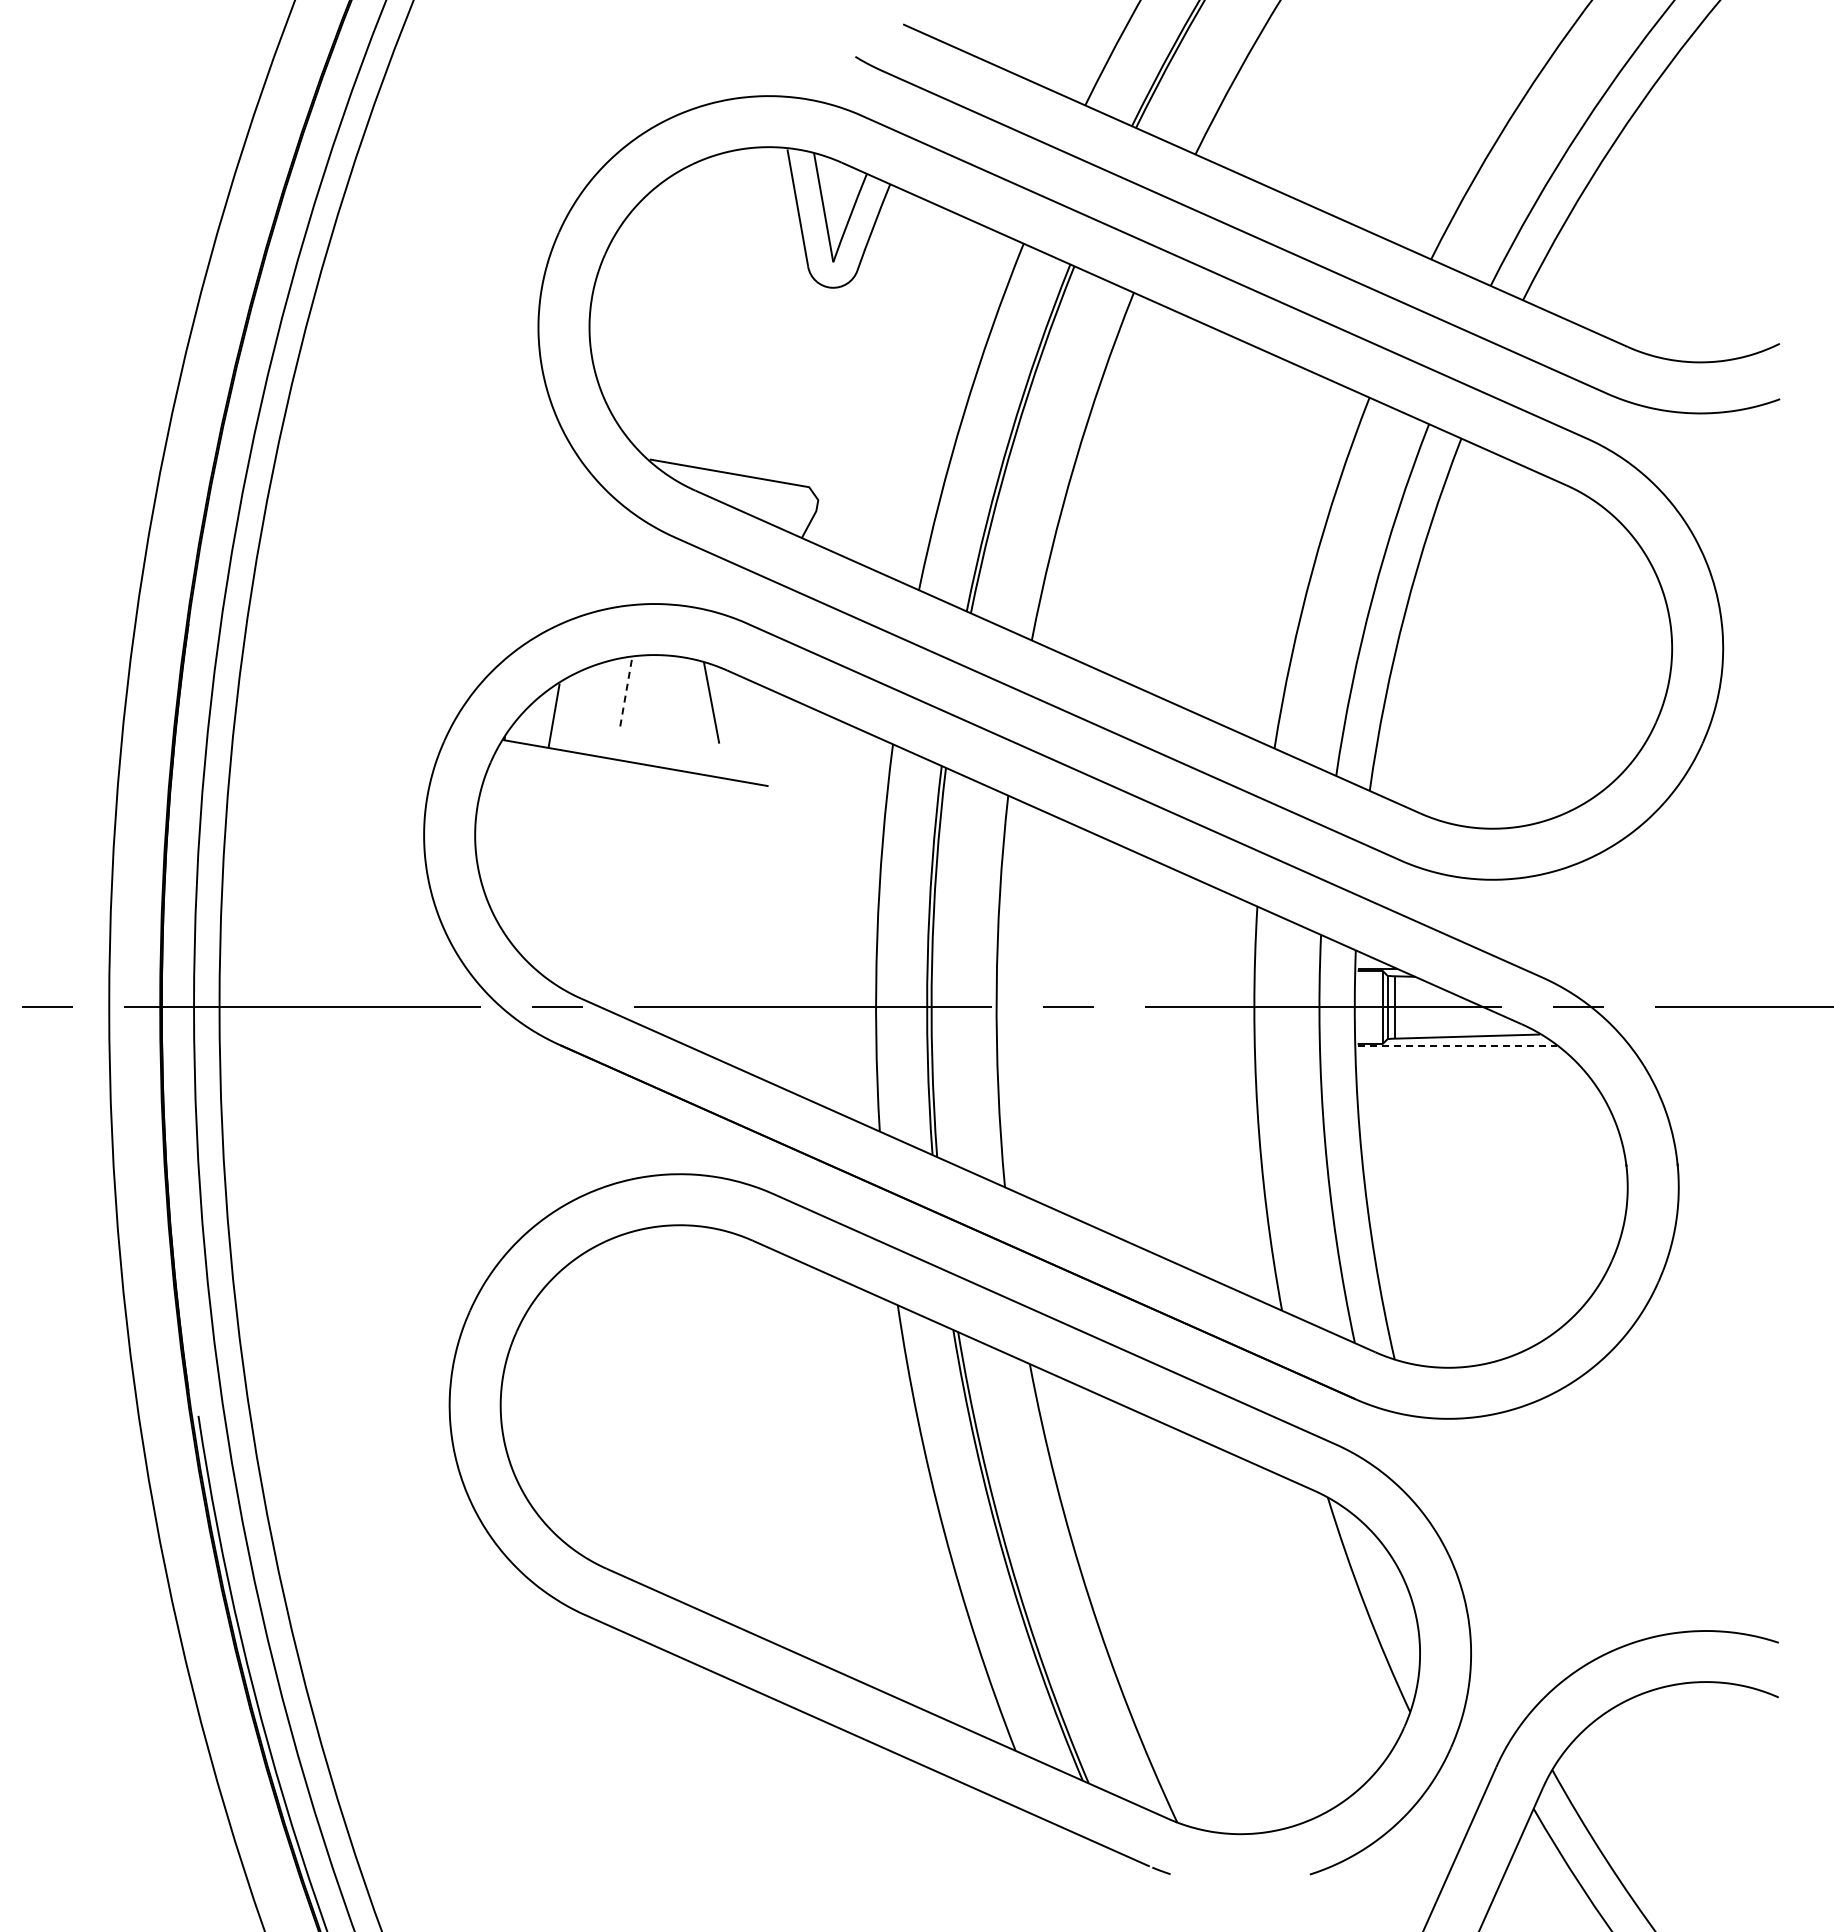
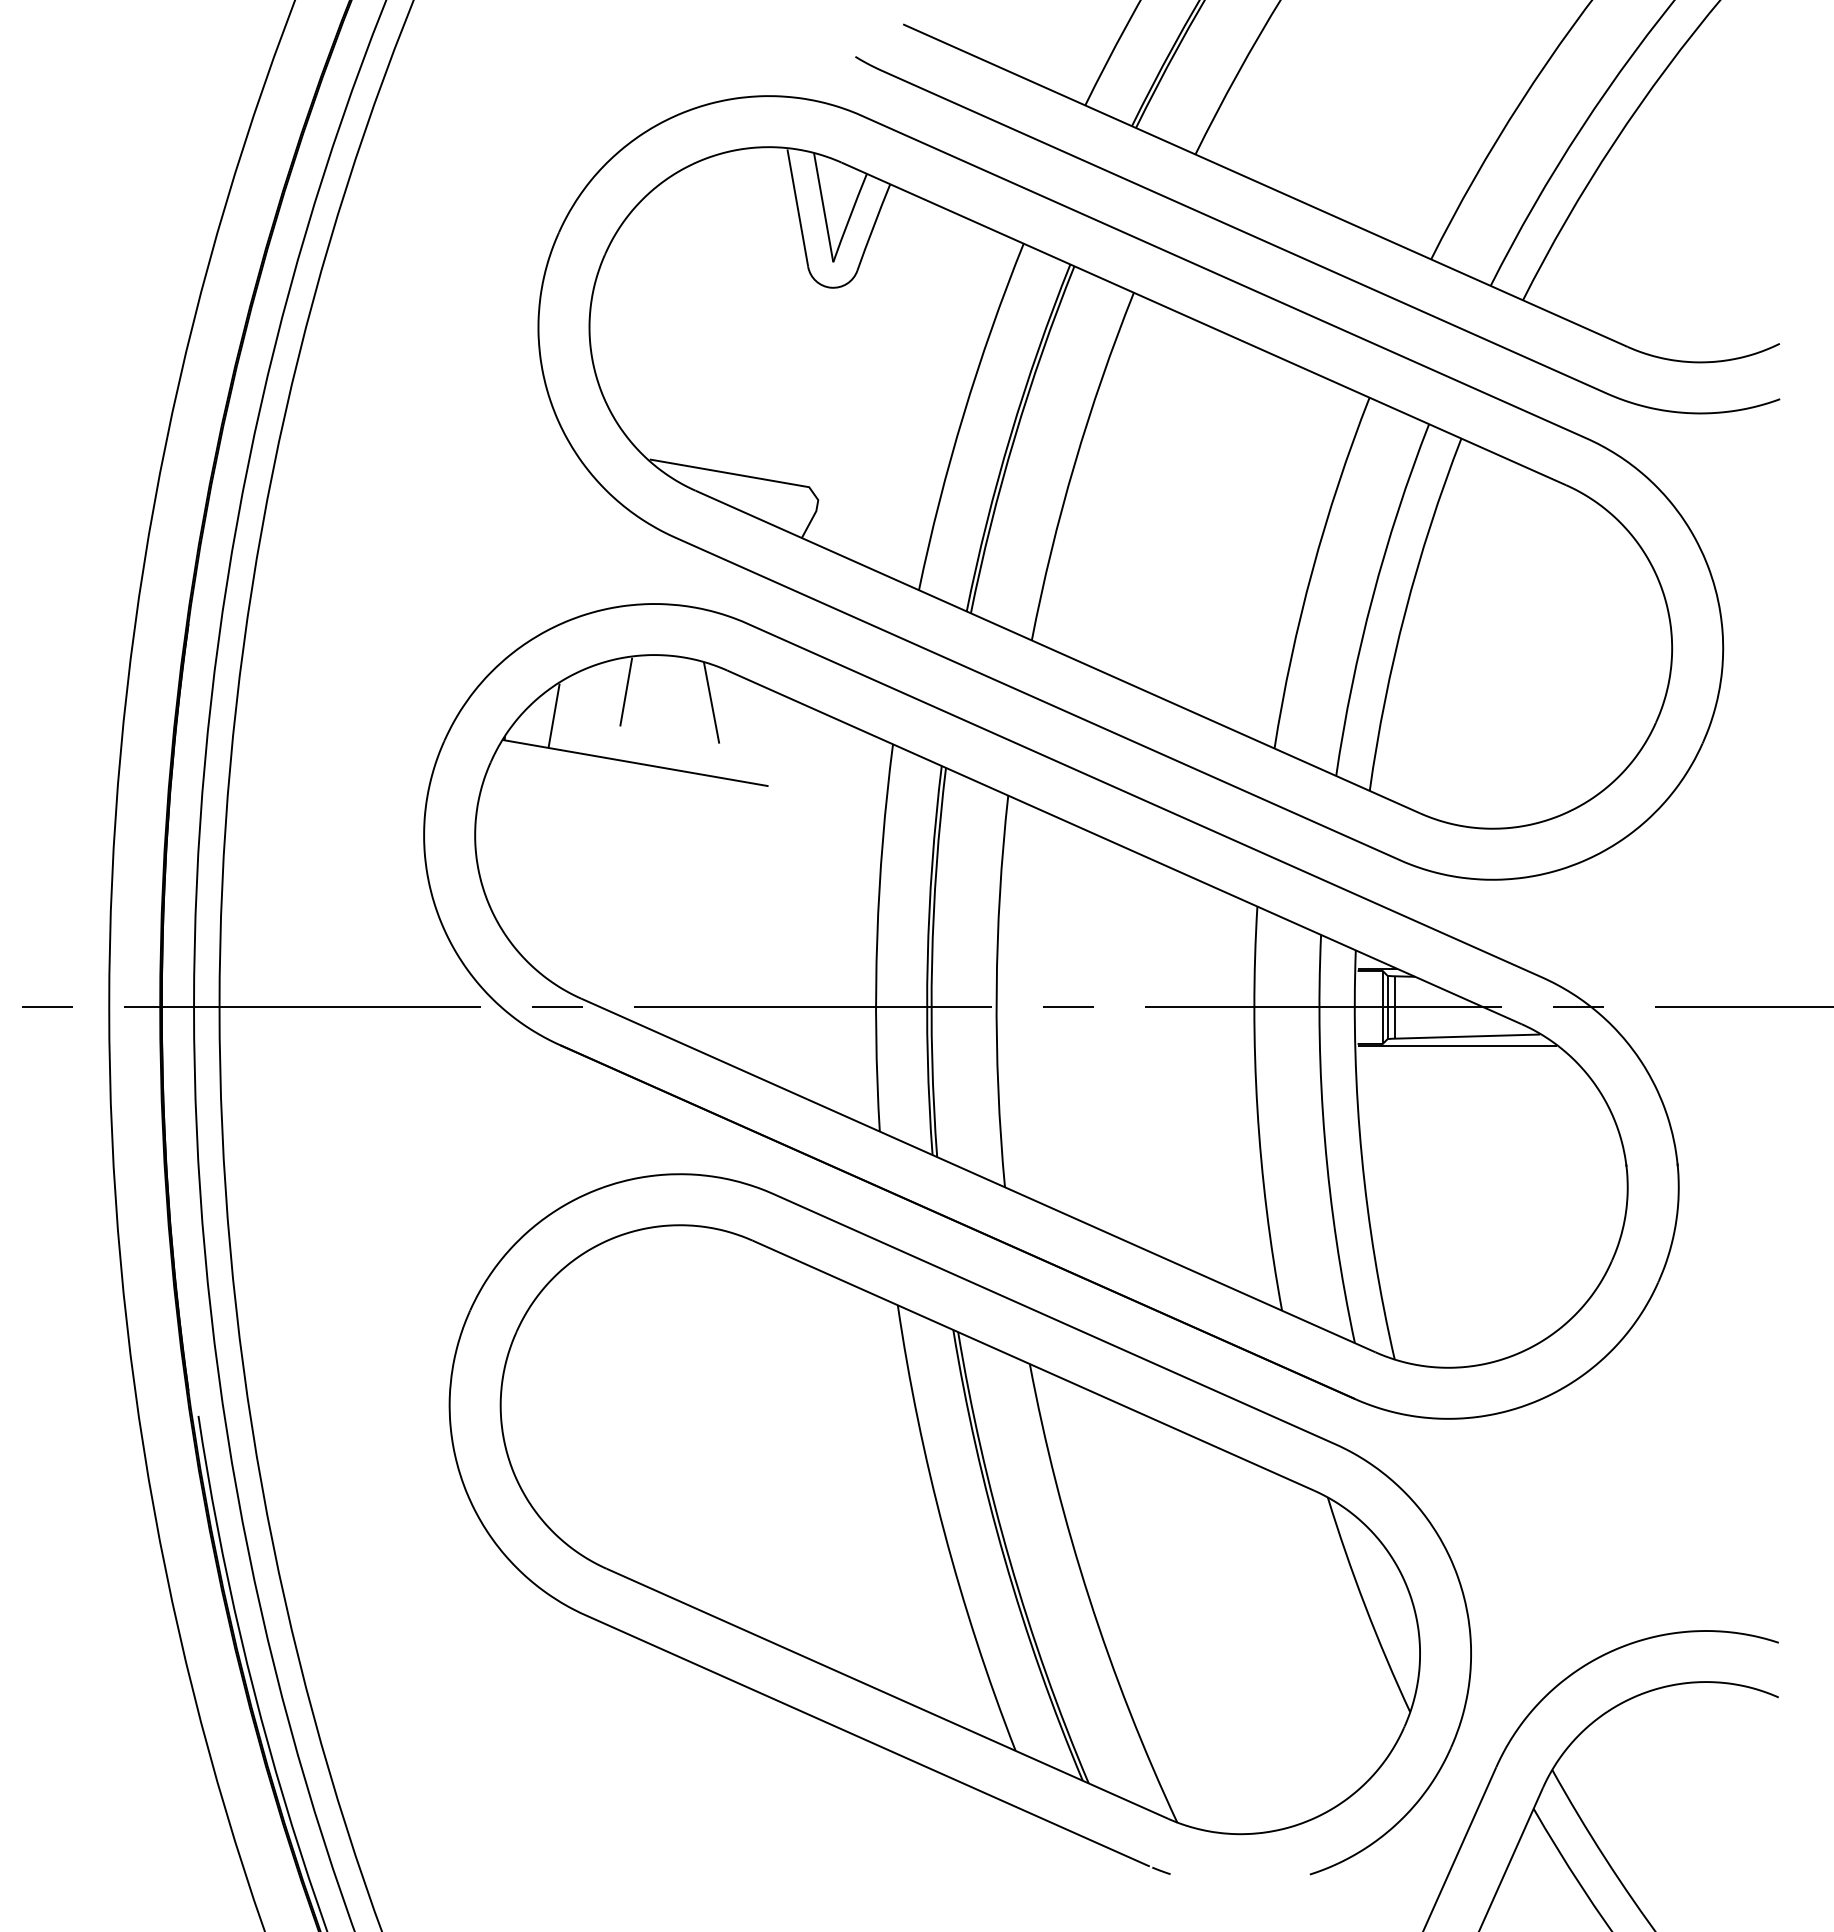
line at (626, 692): dashed -> solid
line at (1457, 1045): dashed -> solid
